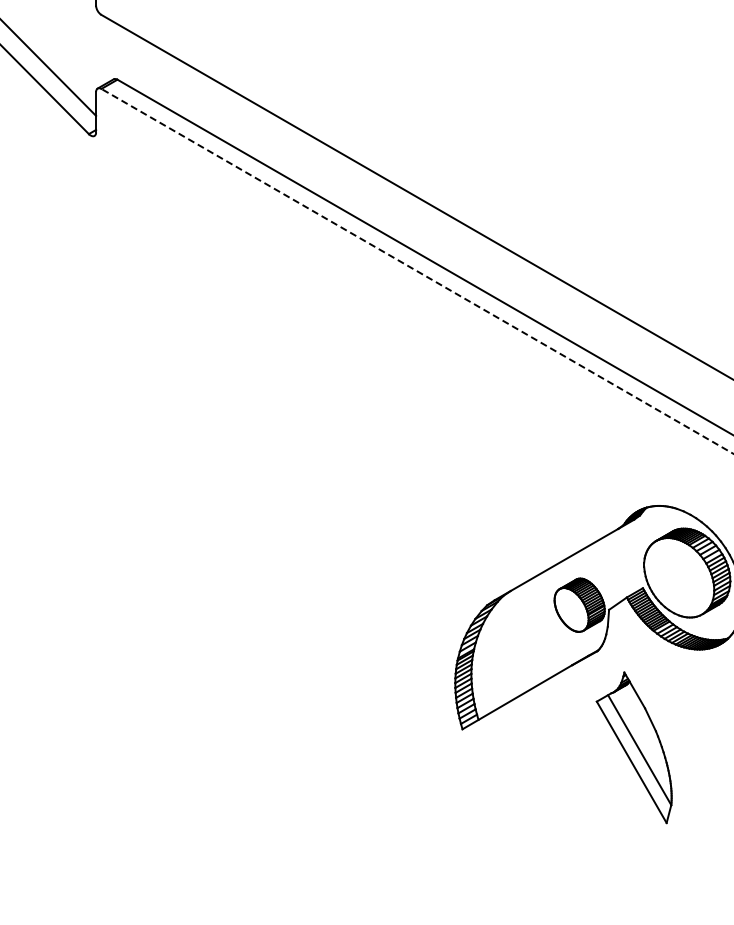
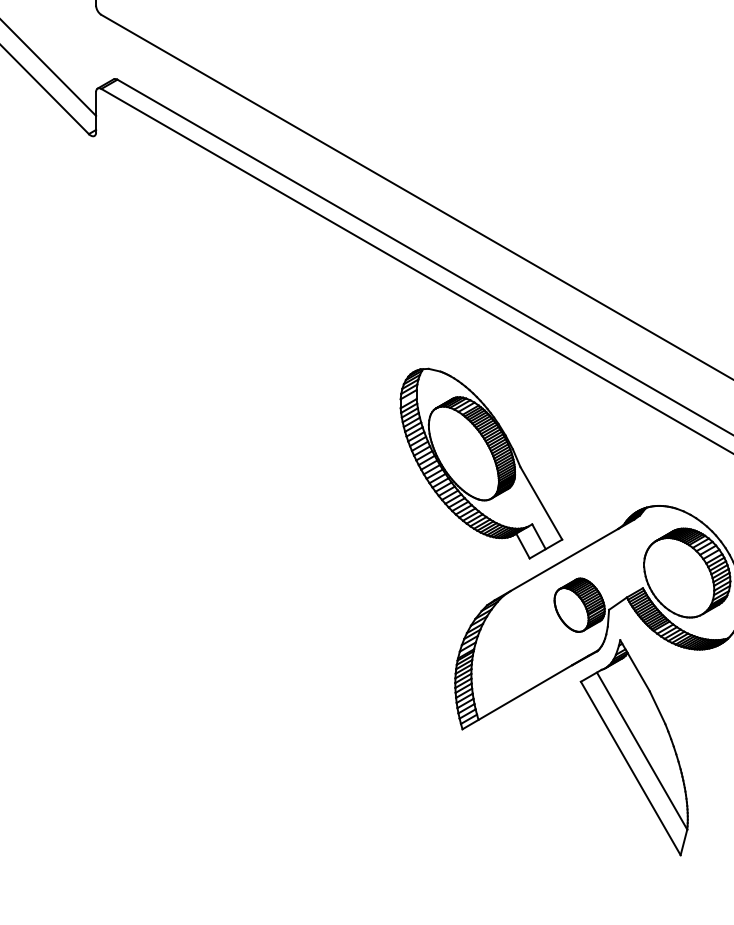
line at (417, 271): dashed -> solid
part at (481, 463): none -> present
part at (633, 747) size: 78x154 px -> 110x218 px
